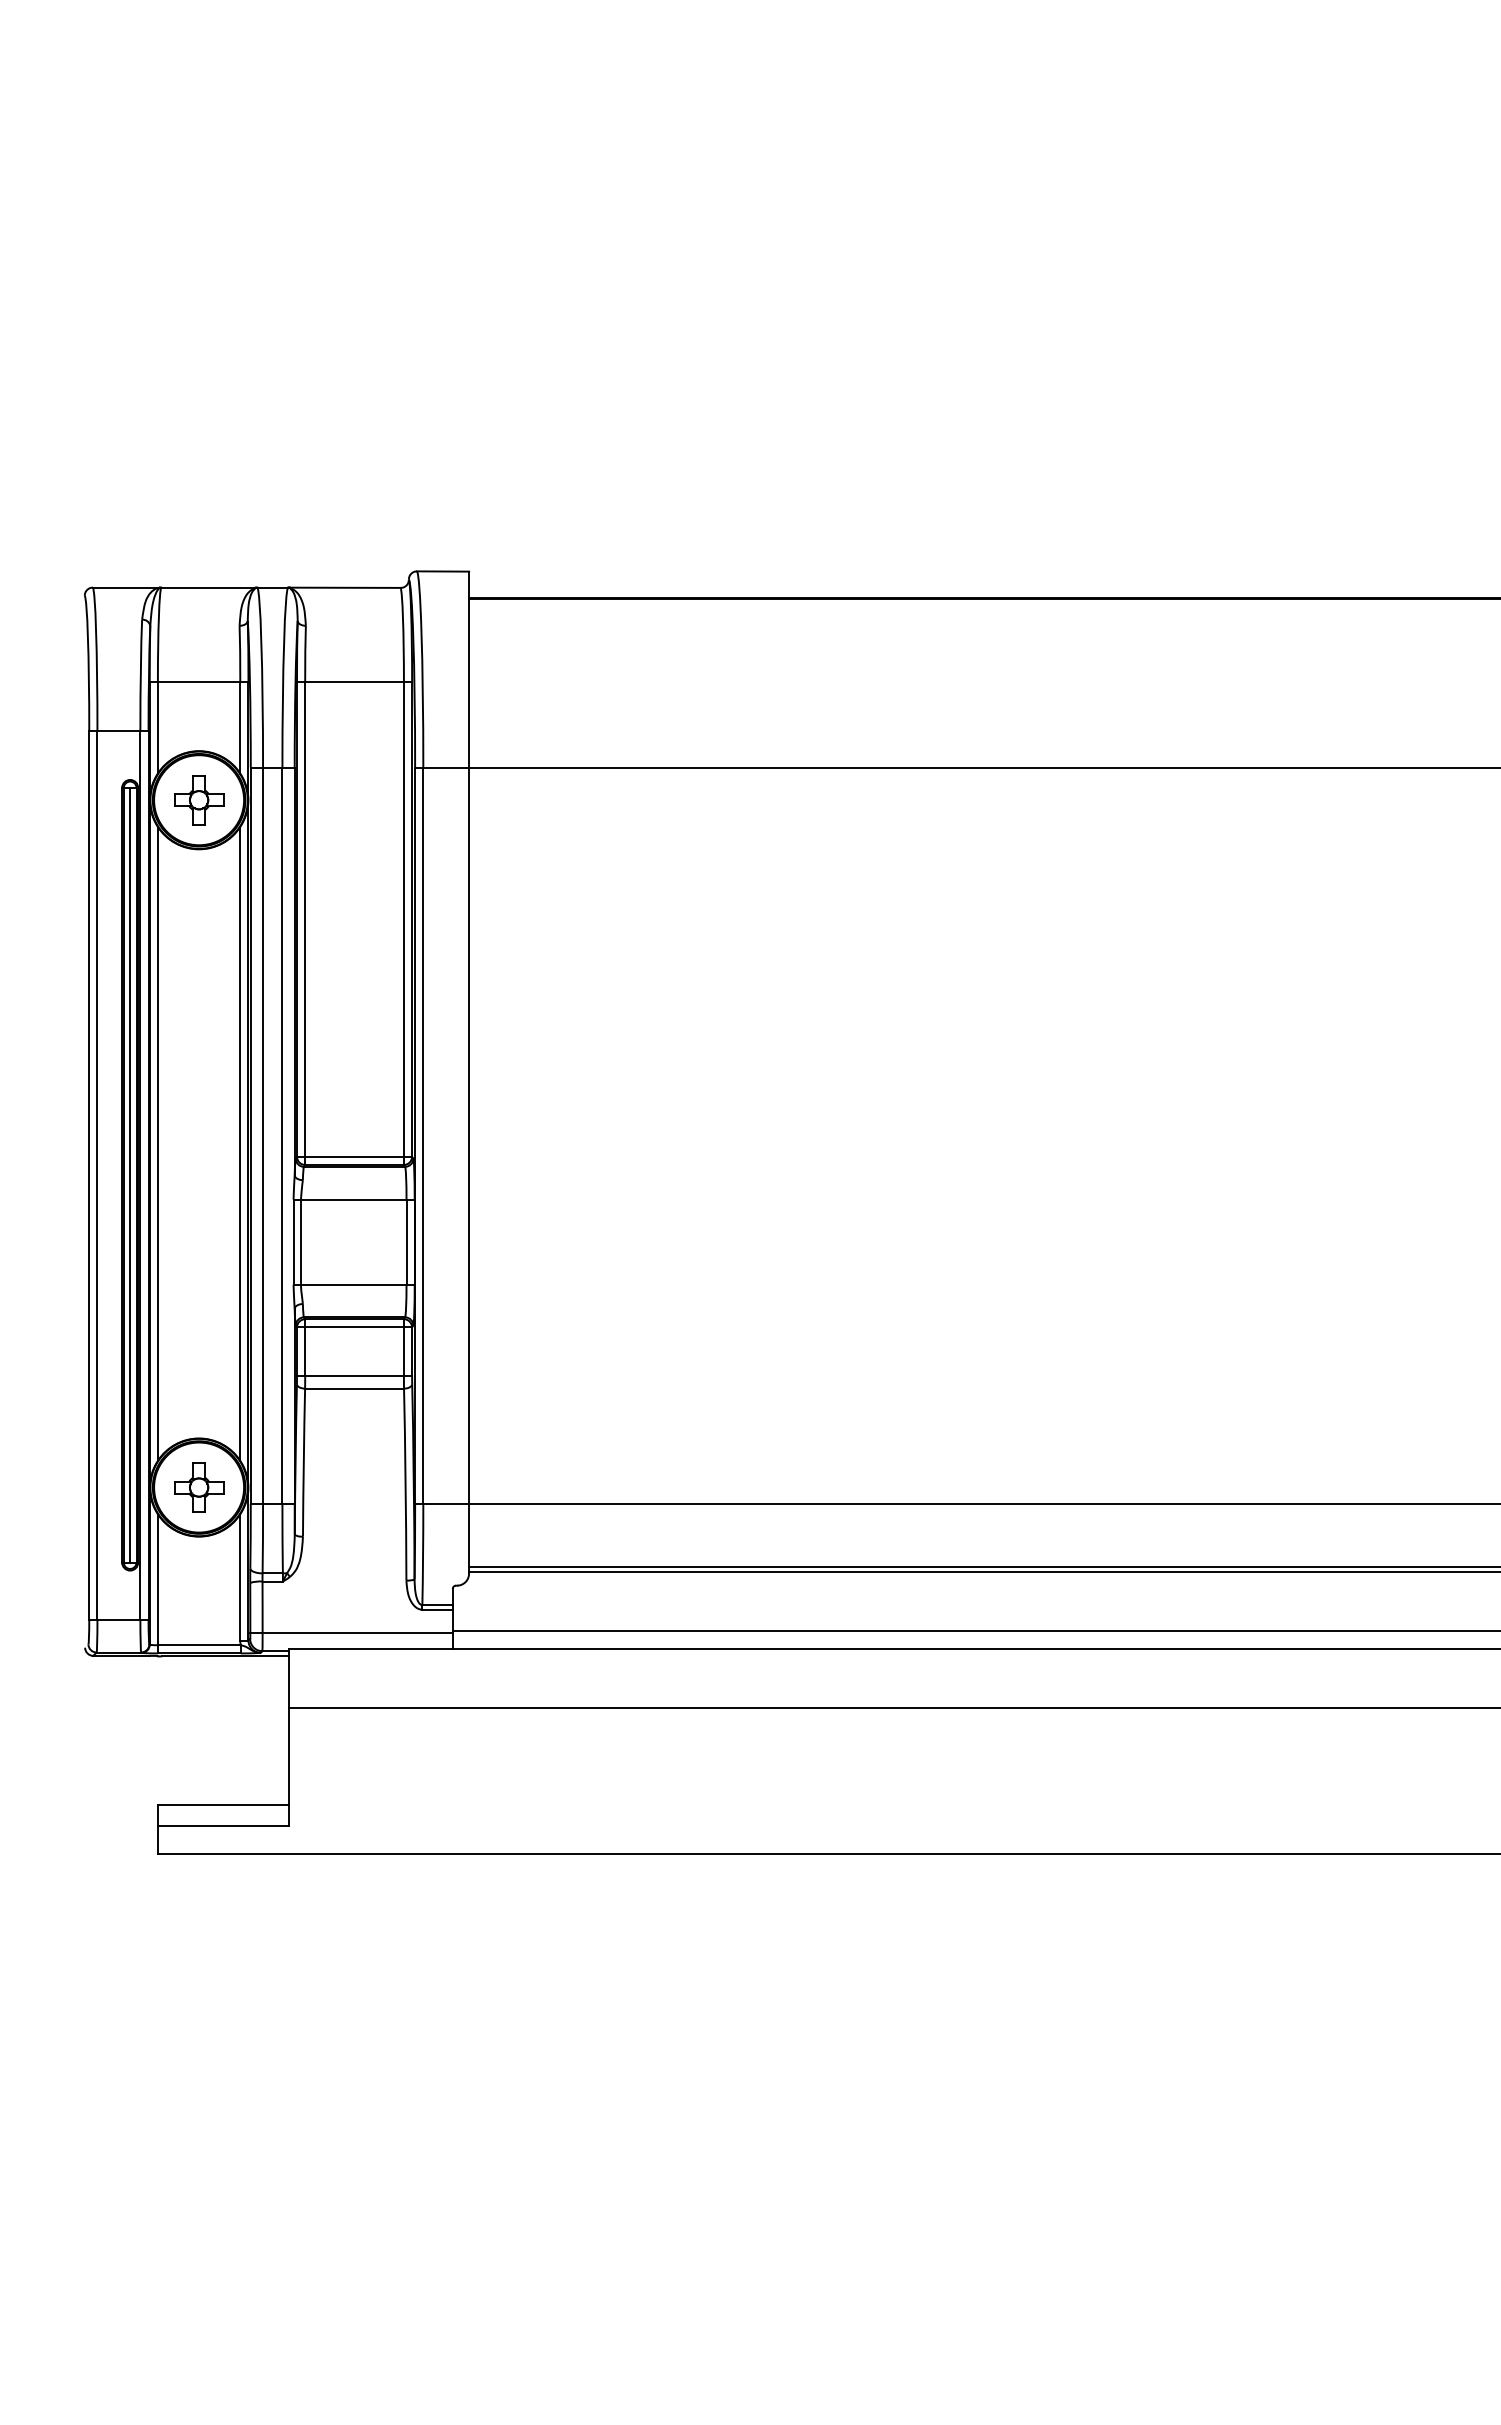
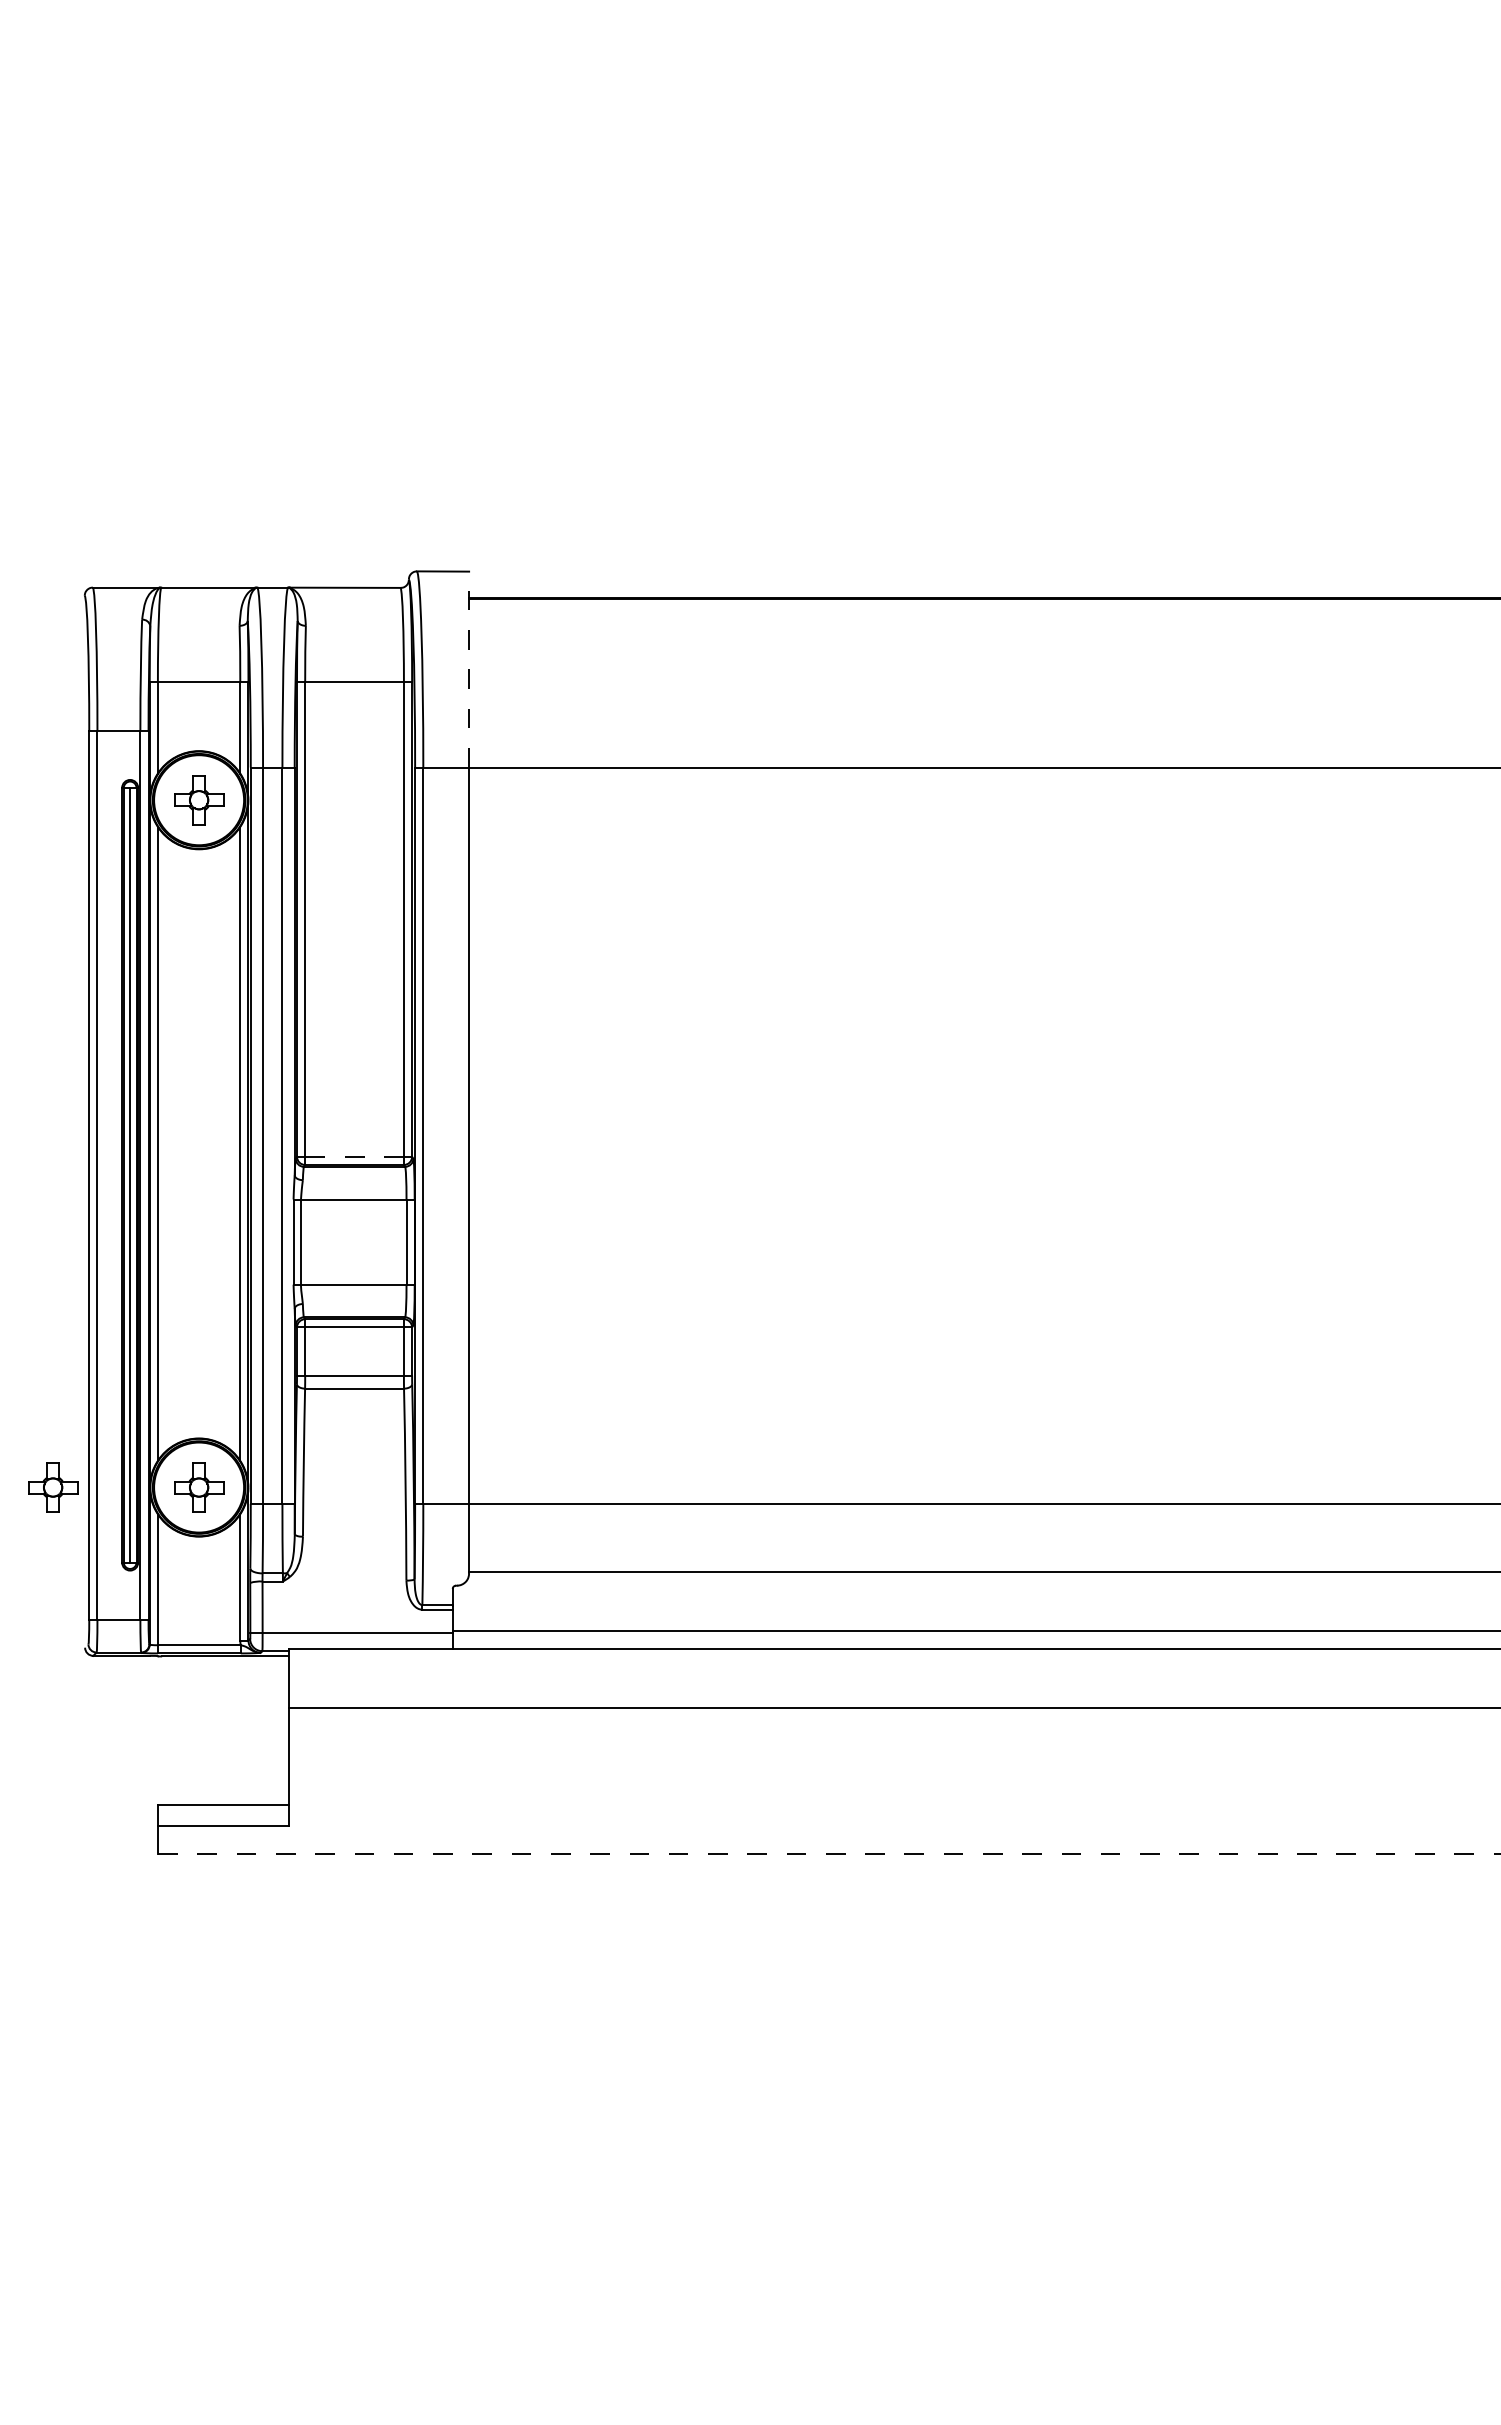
line at (469, 669): solid -> dashed
line at (354, 1156): solid -> dashed
part at (53, 1487): none -> present
line at (983, 1566): present -> none
line at (830, 1853): solid -> dashed
